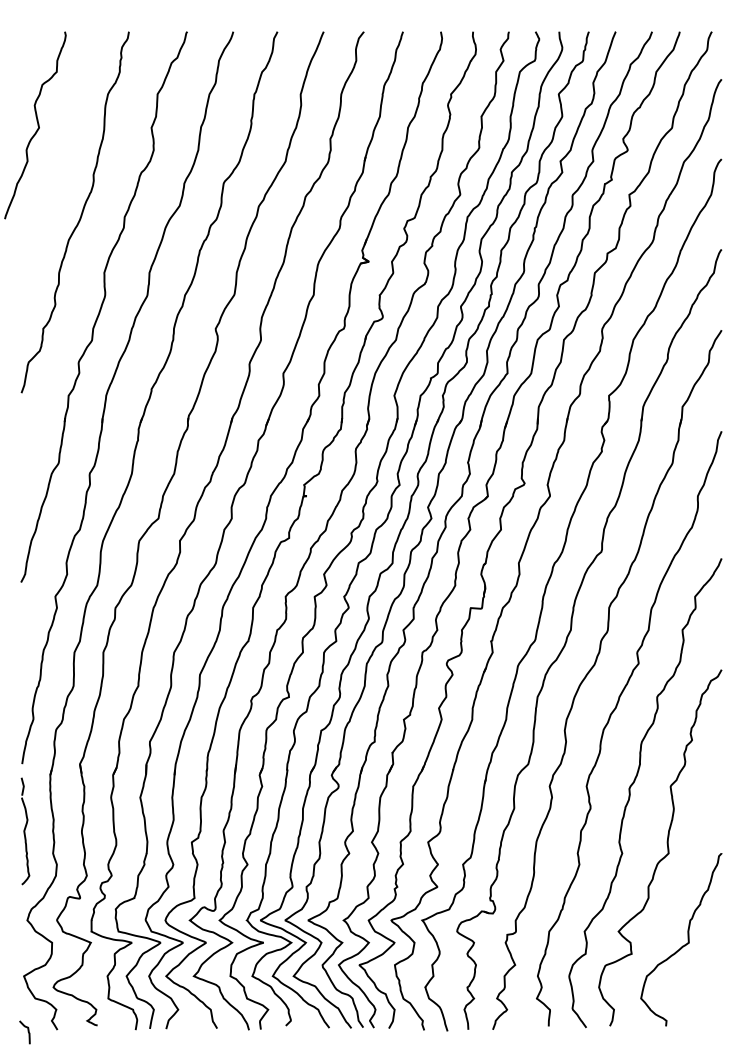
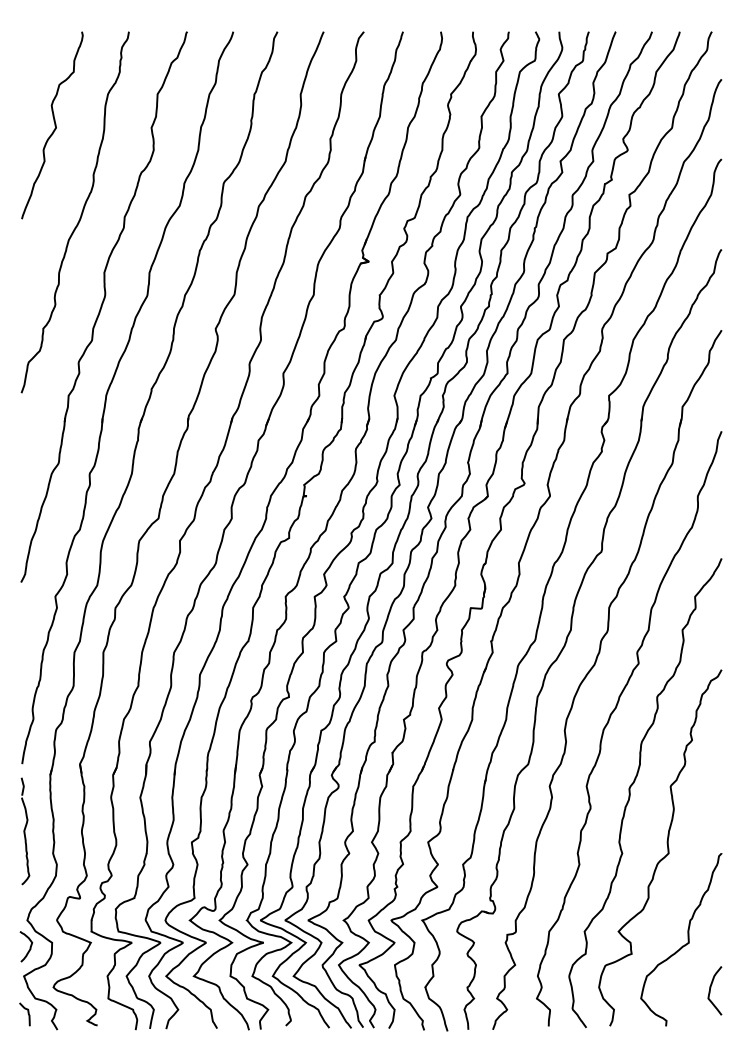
curve at (37, 125) position: (37, 125) -> (54, 125)
curve at (29, 947): none -> present
curve at (710, 990): none -> present
curve at (27, 1031) position: (27, 1031) -> (27, 1013)
